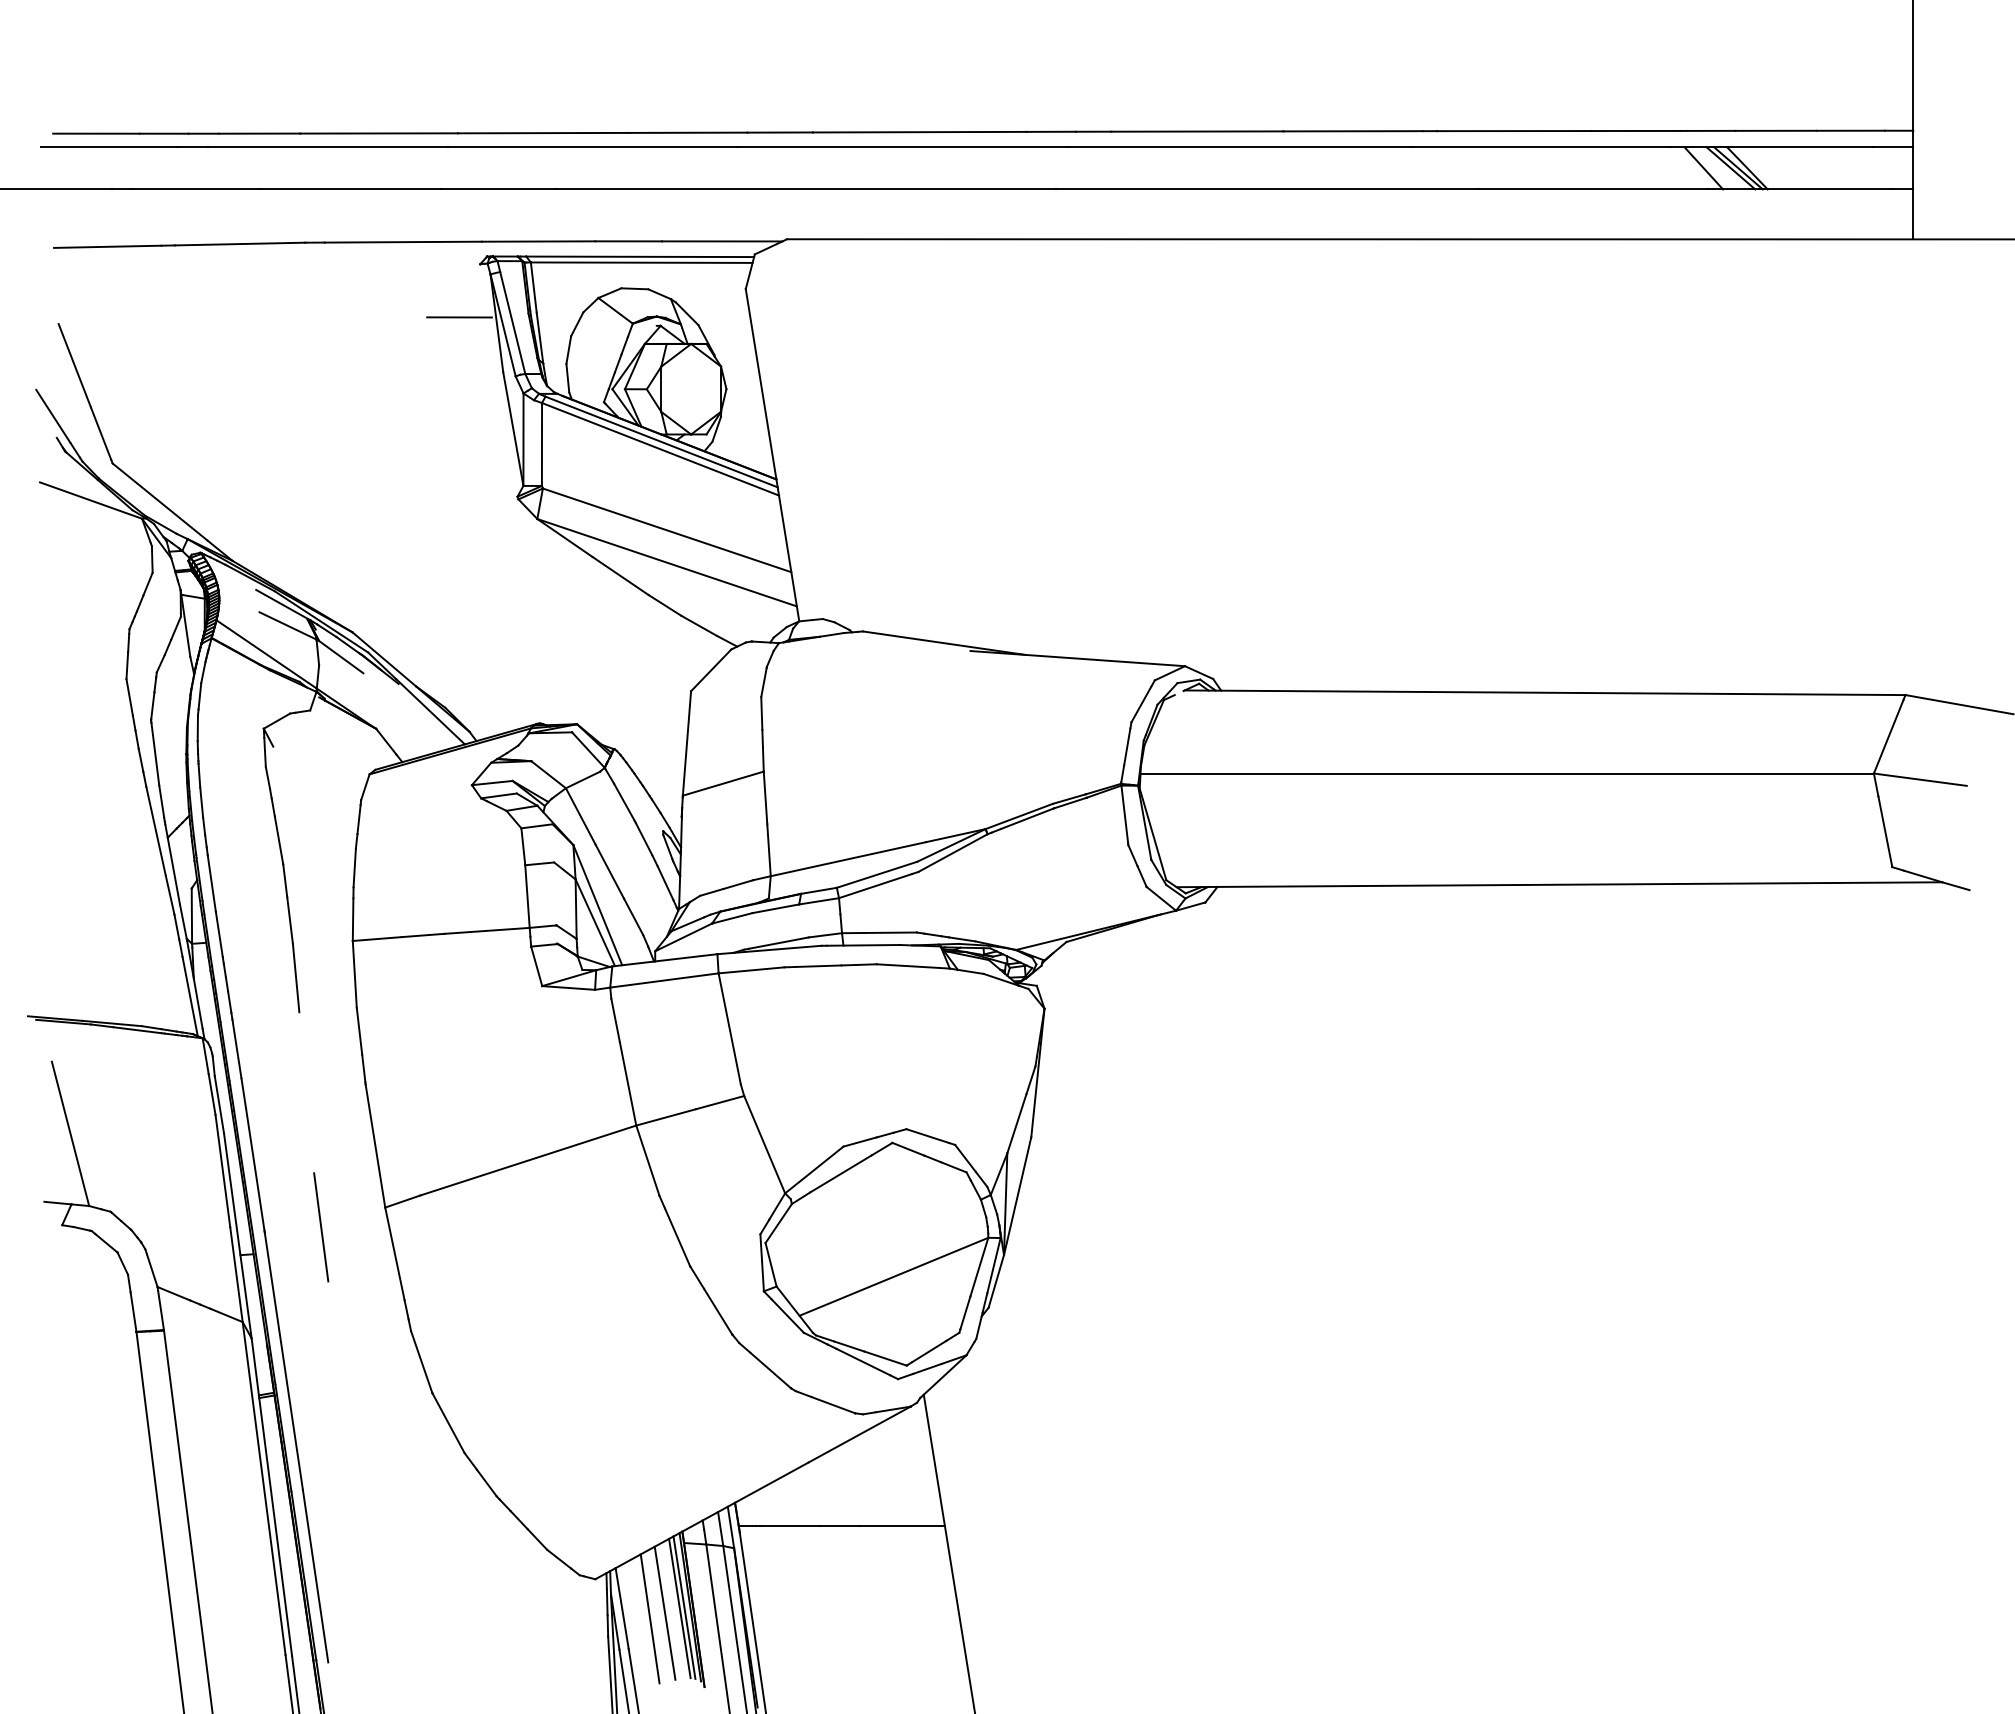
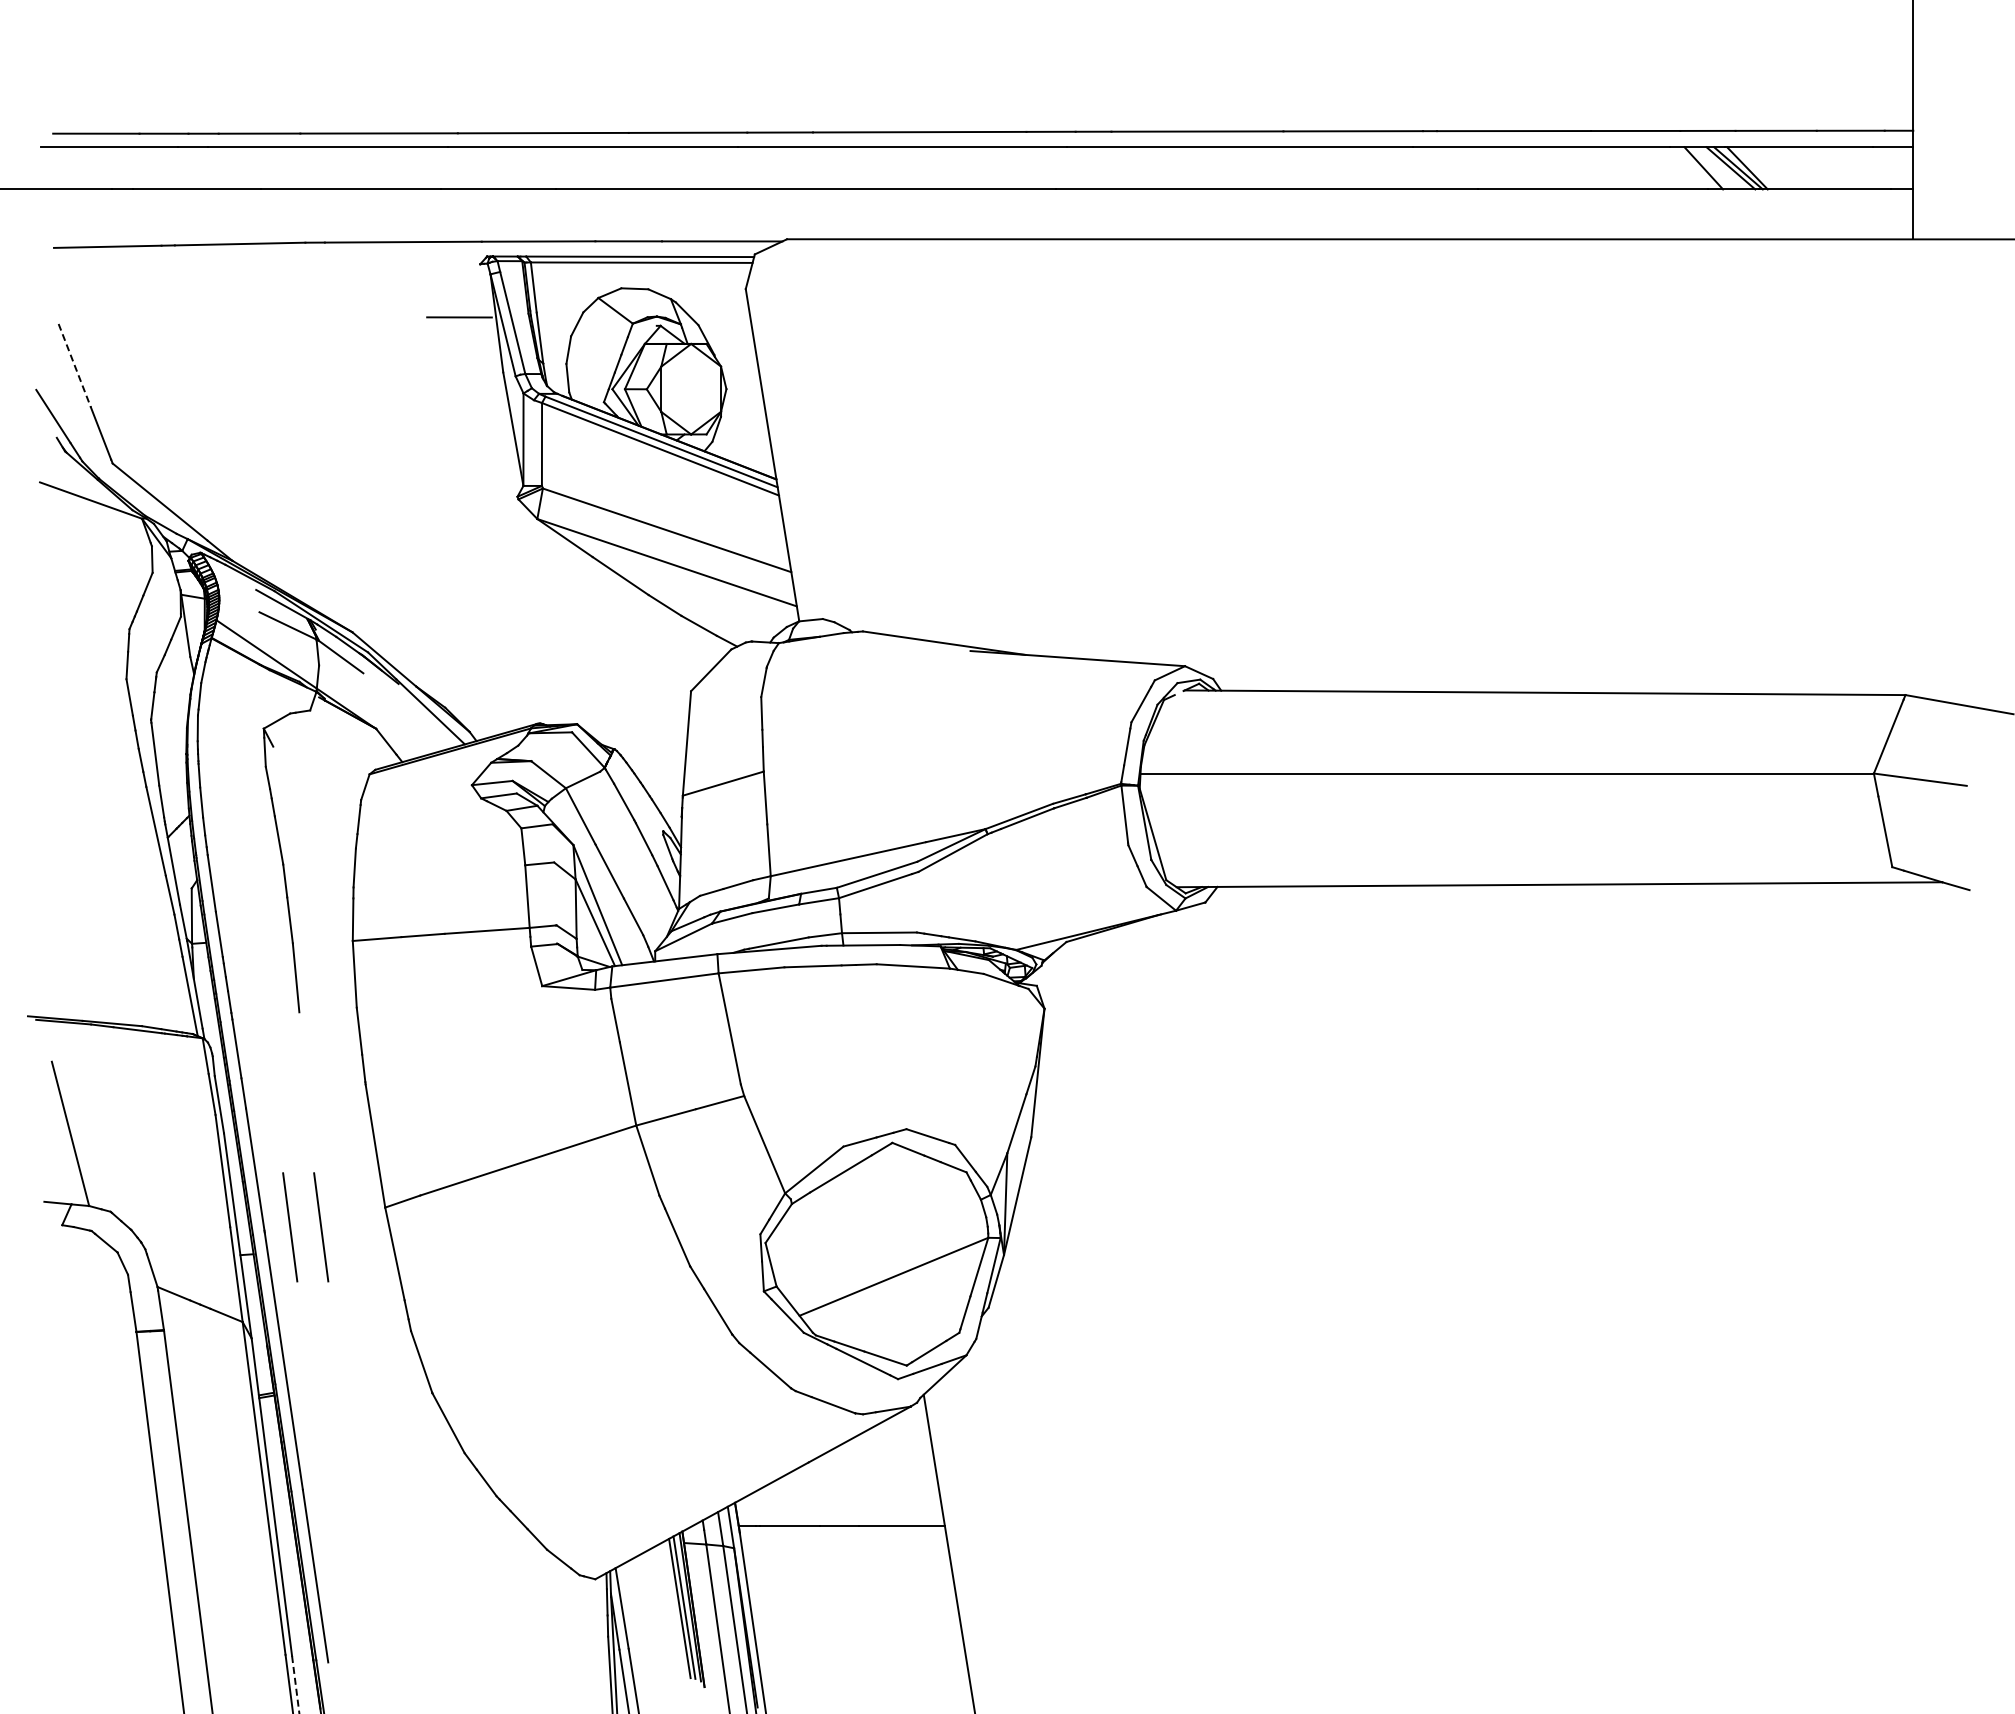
line at (74, 365): solid -> dashed
line at (290, 1227): none -> present
line at (664, 1612): present -> none
line at (649, 1618): present -> none
line at (295, 1684): solid -> dashed
